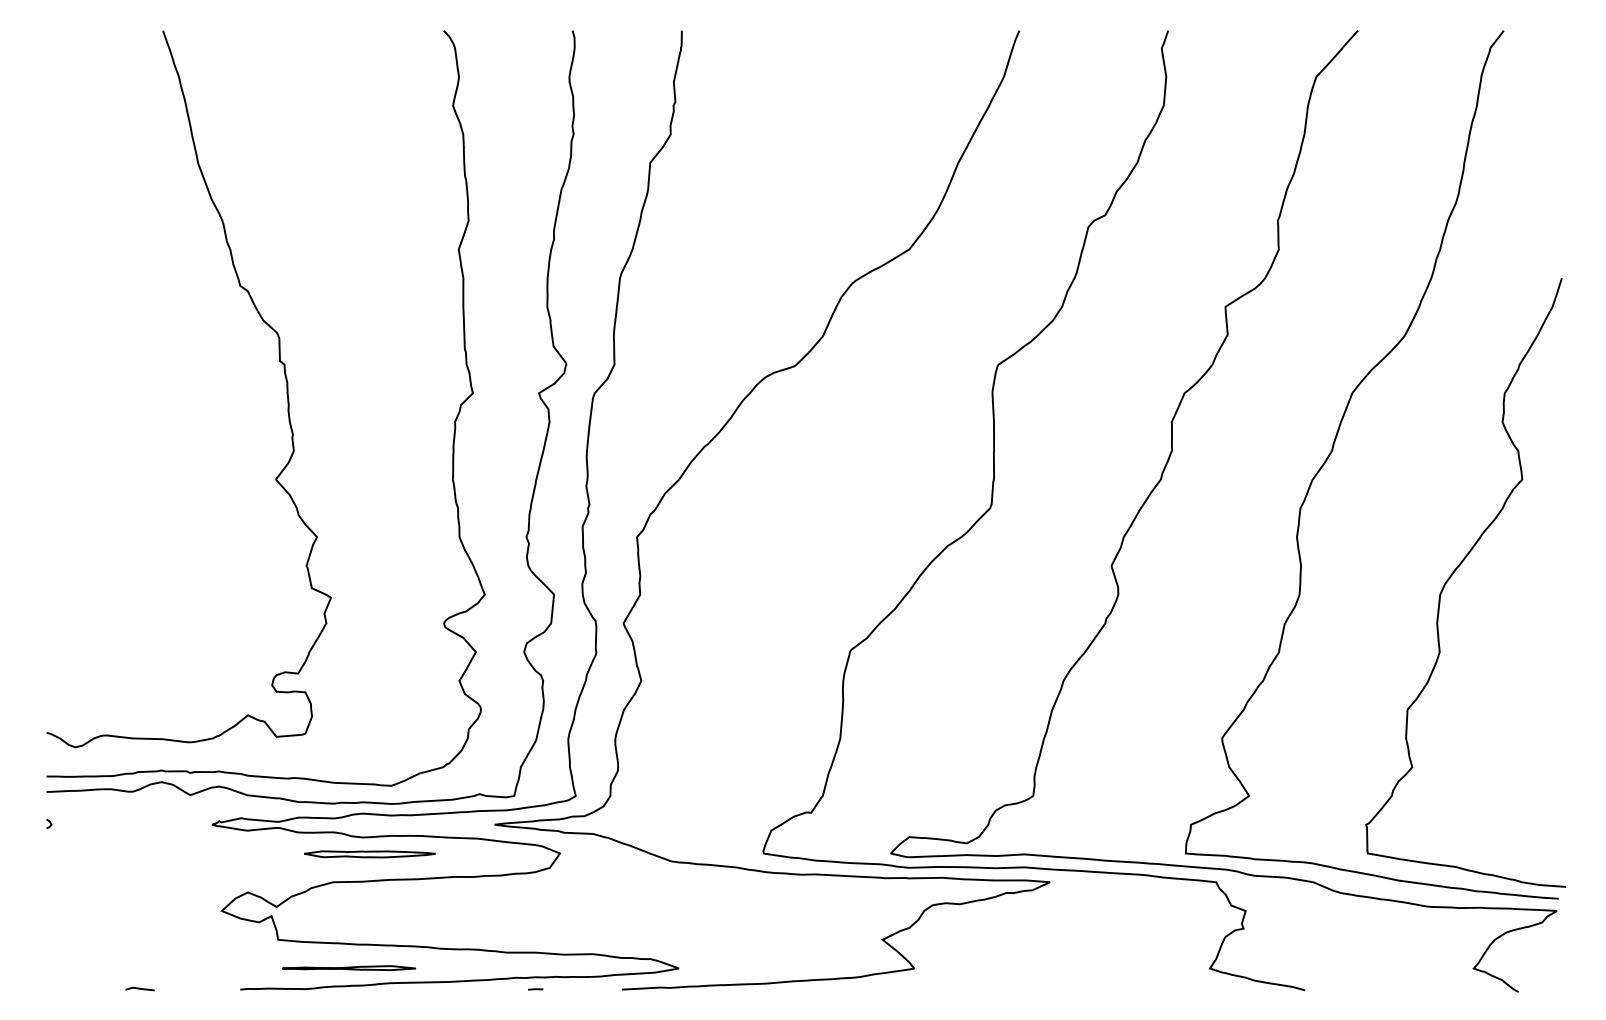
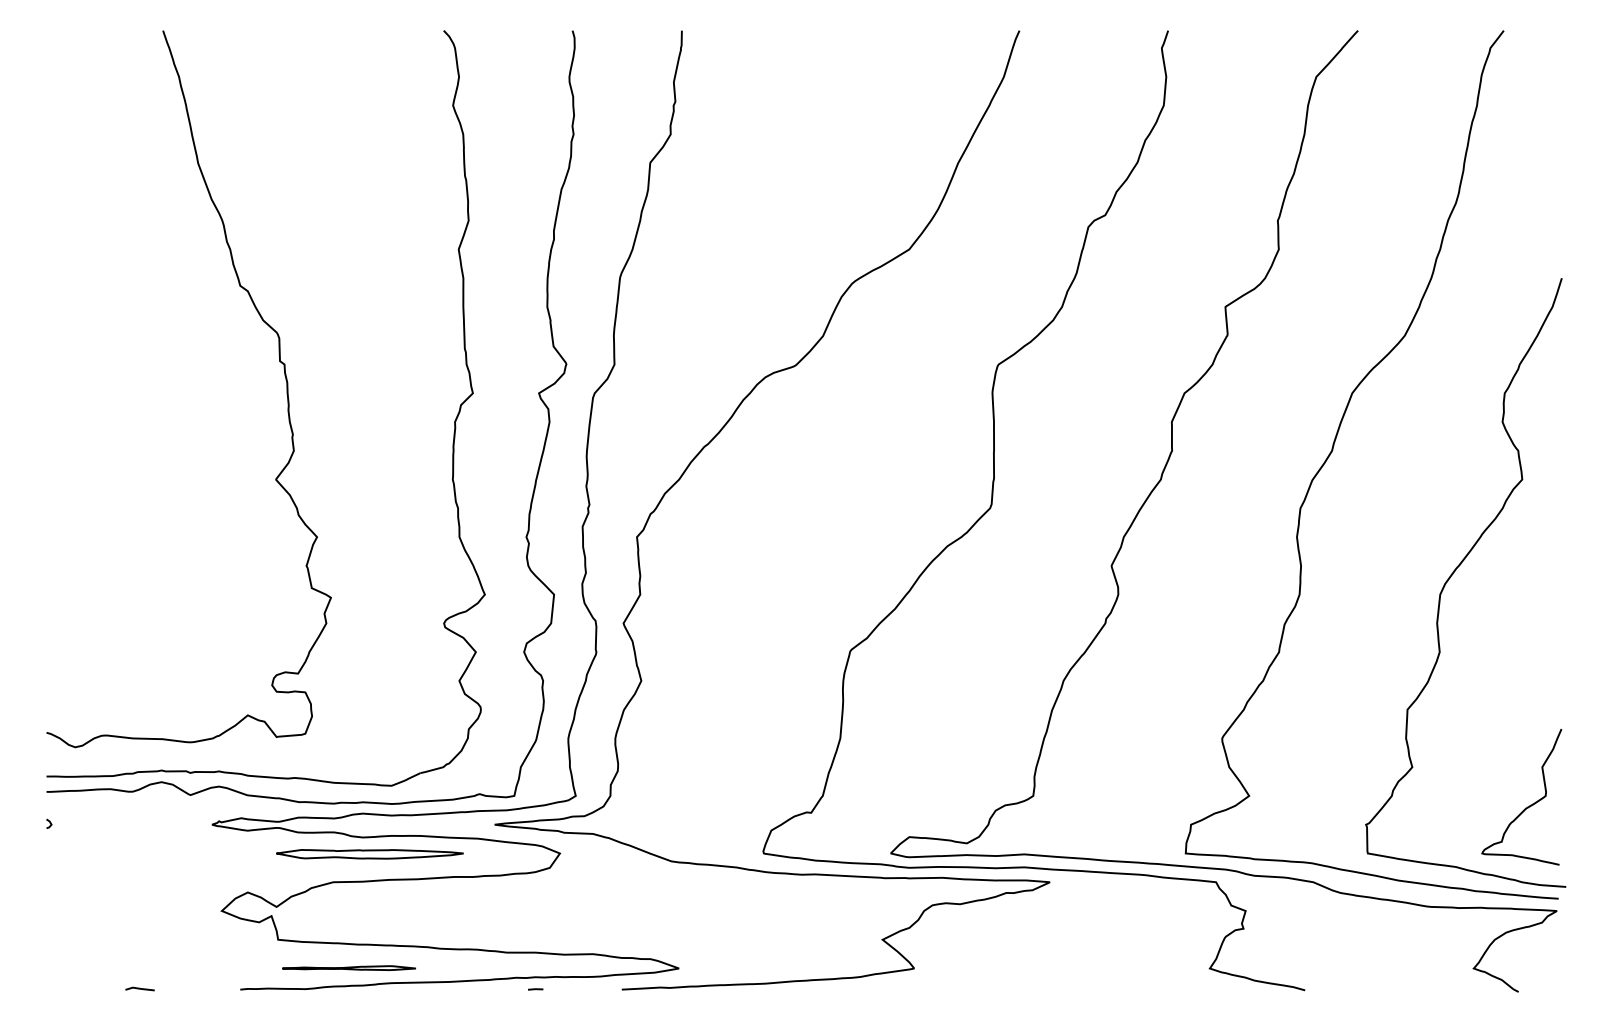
curve at (1525, 807): none -> present
part at (369, 854) size: 132x9 px -> 188x11 px
